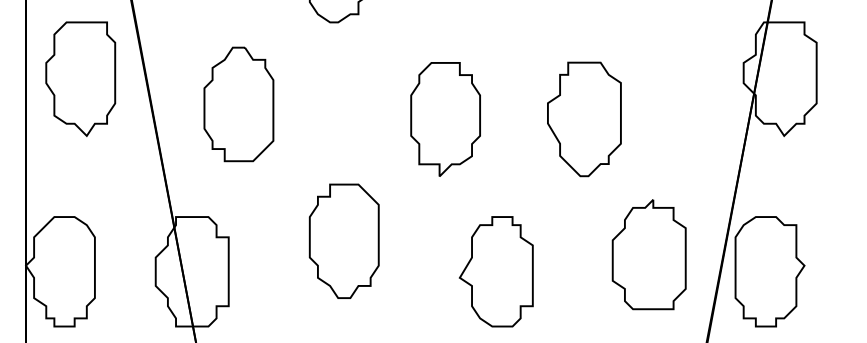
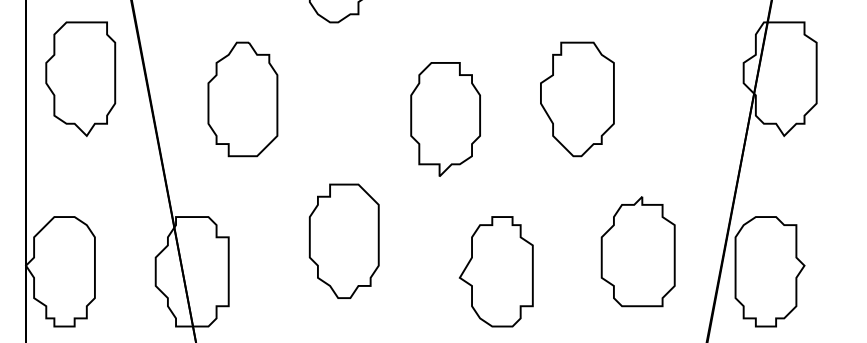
part at (238, 104) position: (238, 104) -> (242, 99)
part at (584, 119) position: (584, 119) -> (577, 99)
part at (648, 254) position: (648, 254) -> (637, 251)
